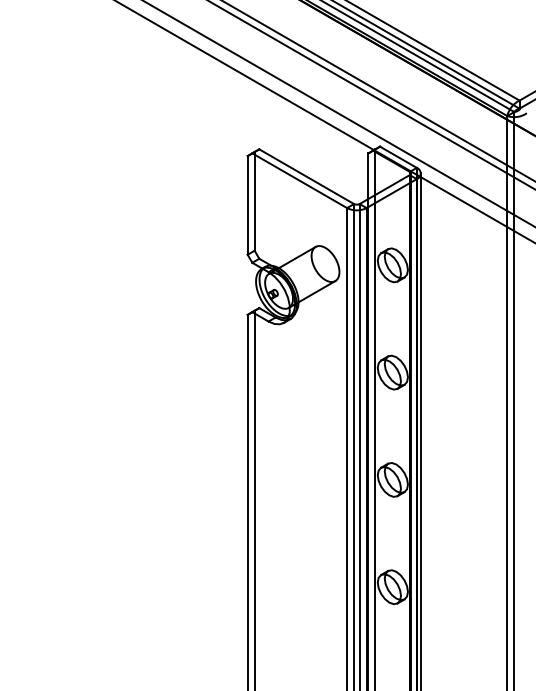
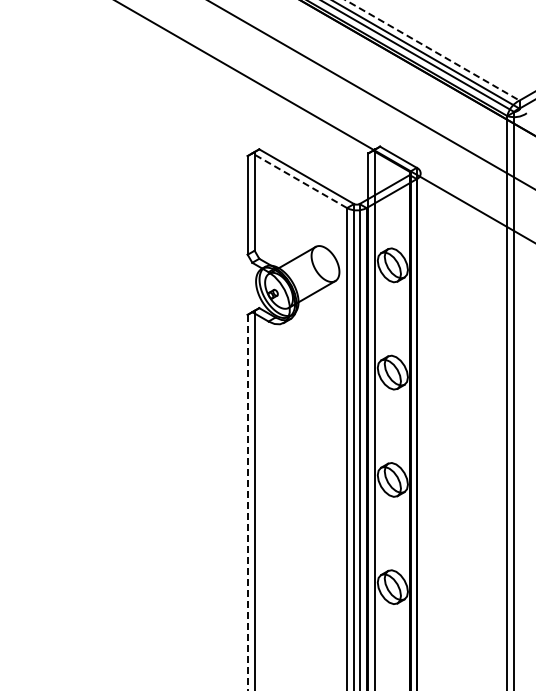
line at (433, 50): solid -> dashed
line at (378, 90): present -> none
line at (339, 113): present -> none
line at (299, 180): solid -> dashed
line at (420, 430): present -> none
line at (247, 502): solid -> dashed
